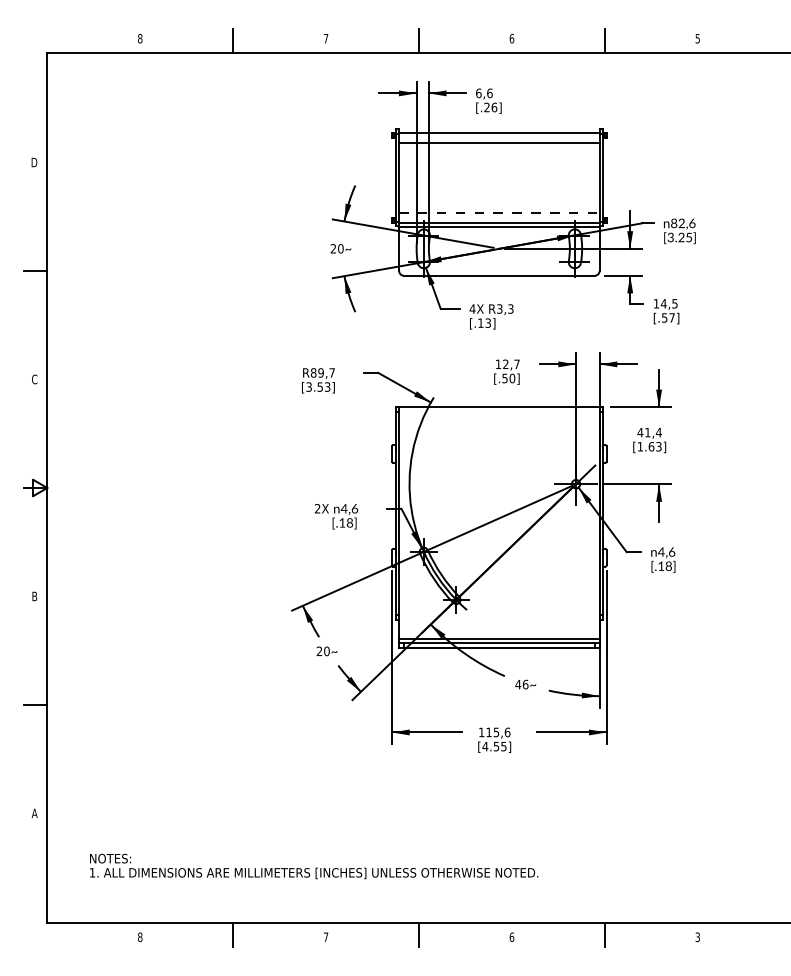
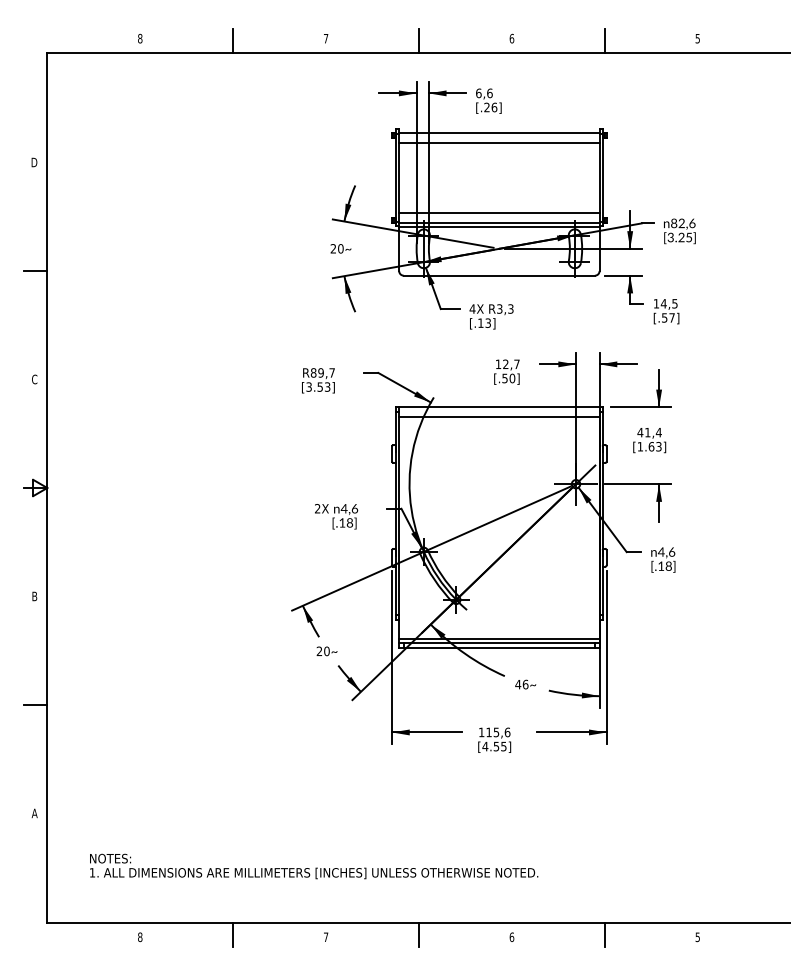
line at (499, 212): dashed -> solid
line at (499, 416): none -> present
text at (697, 936): 3 -> 5
